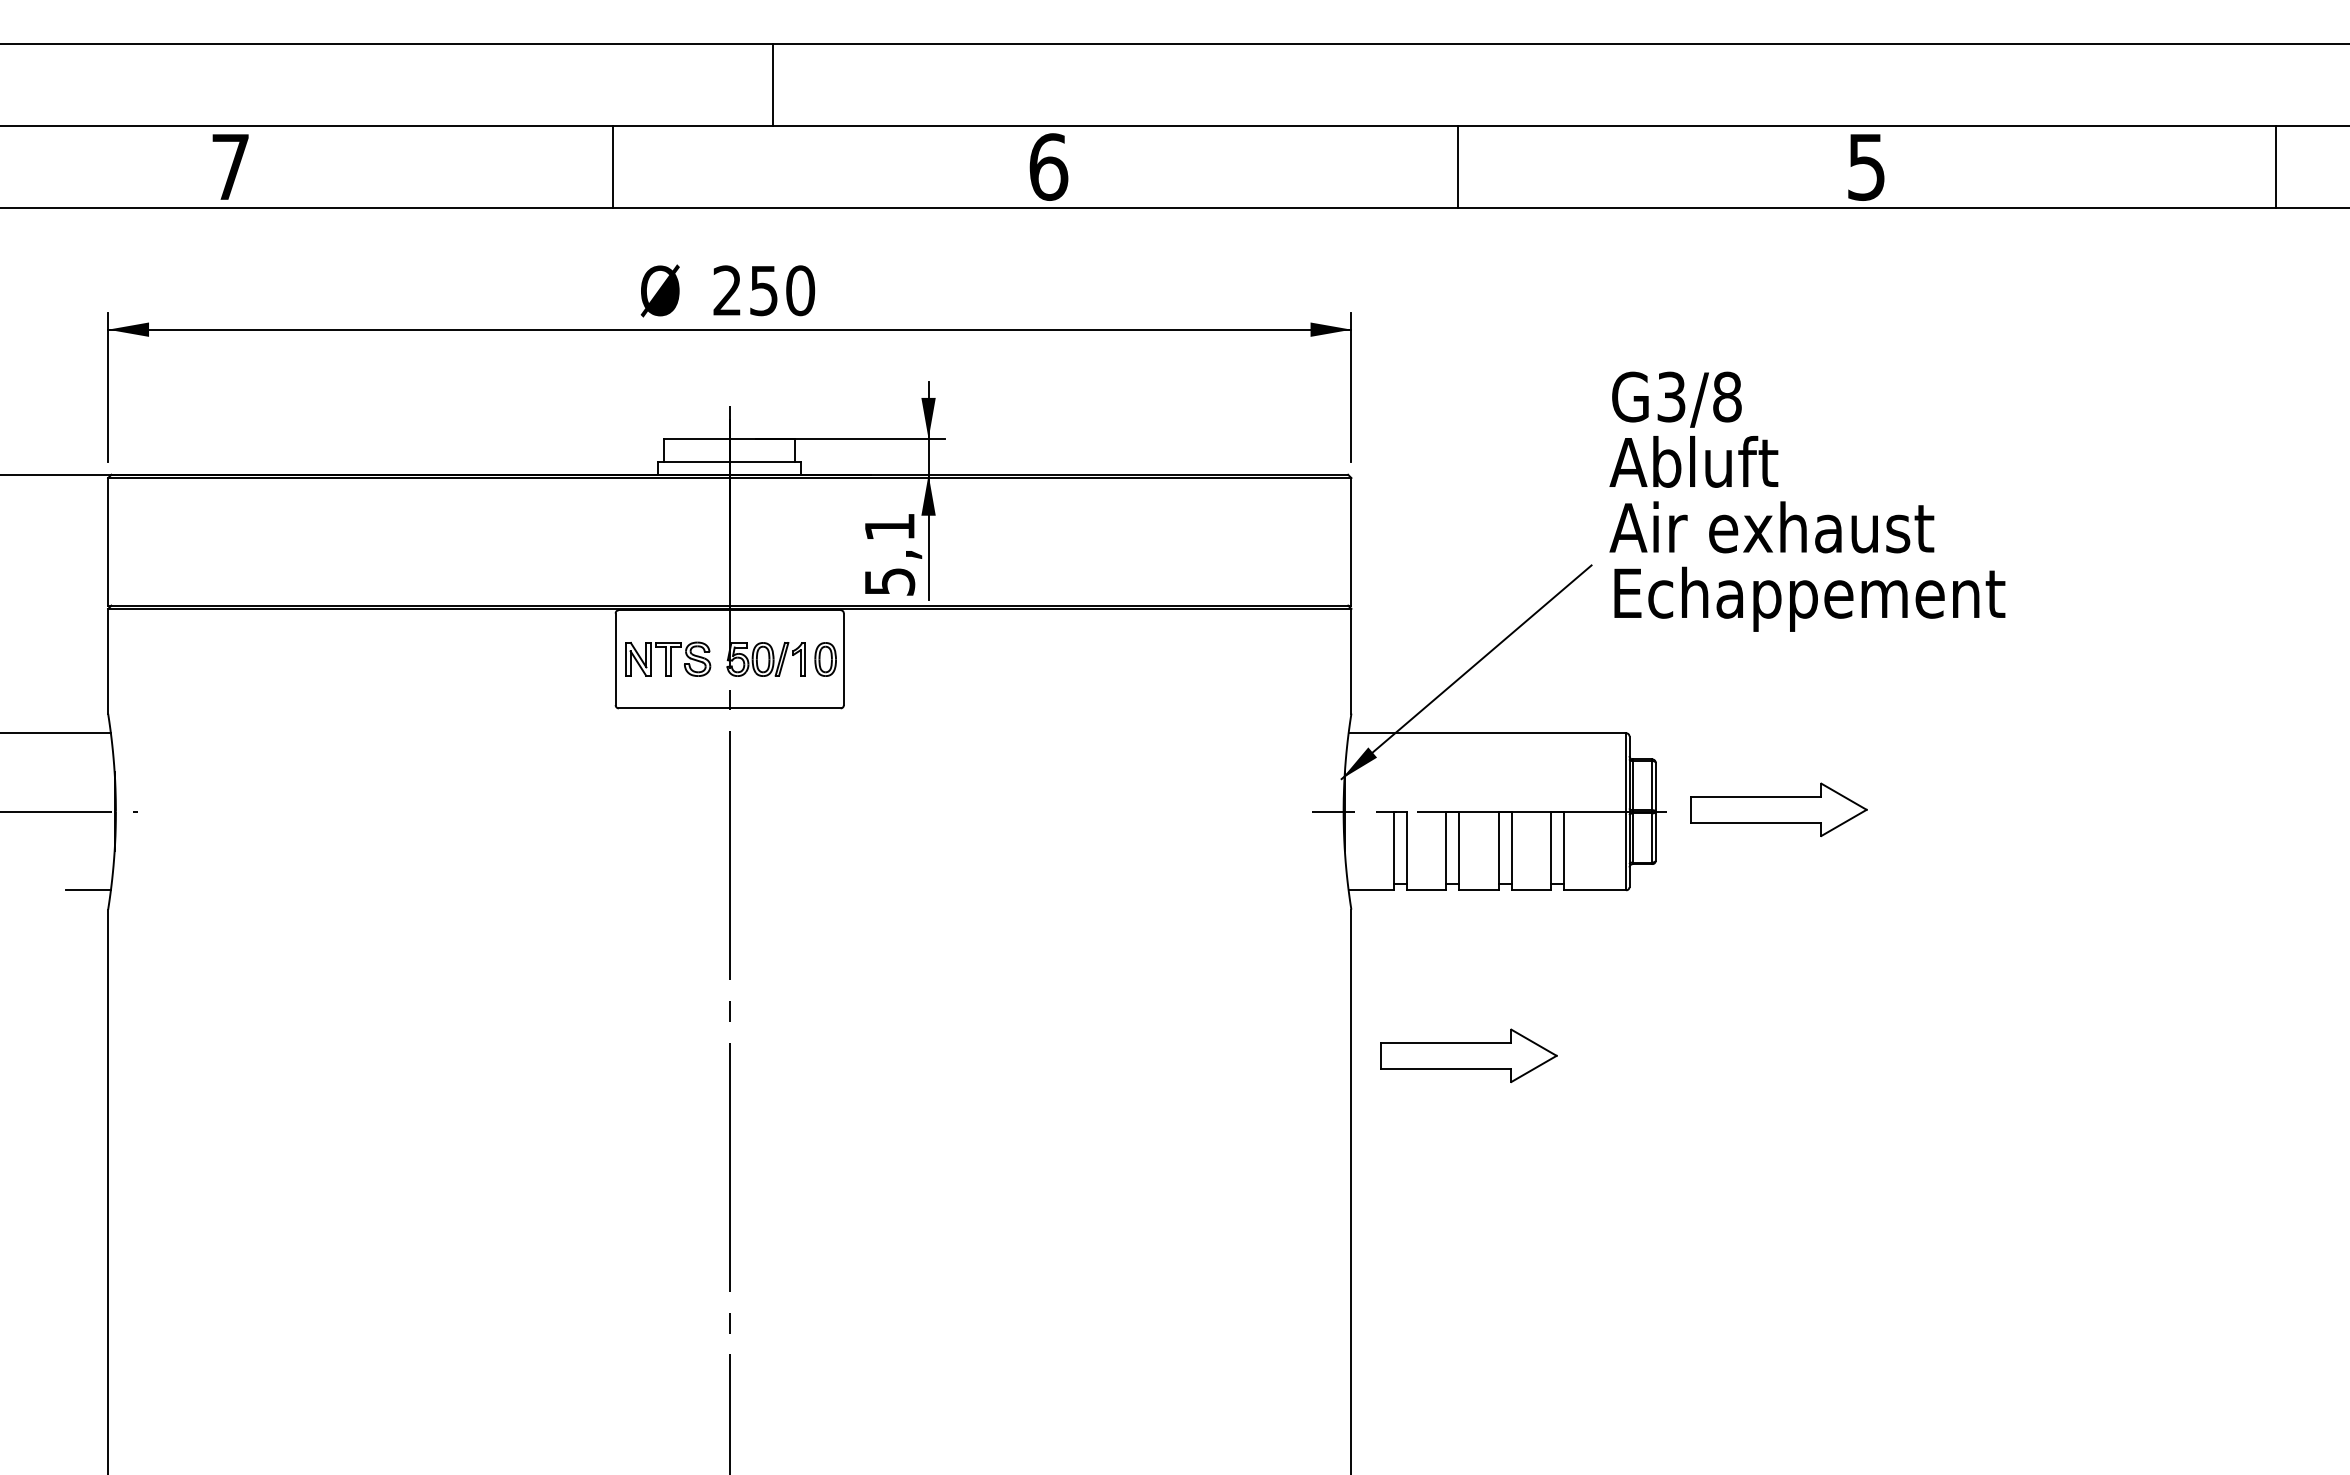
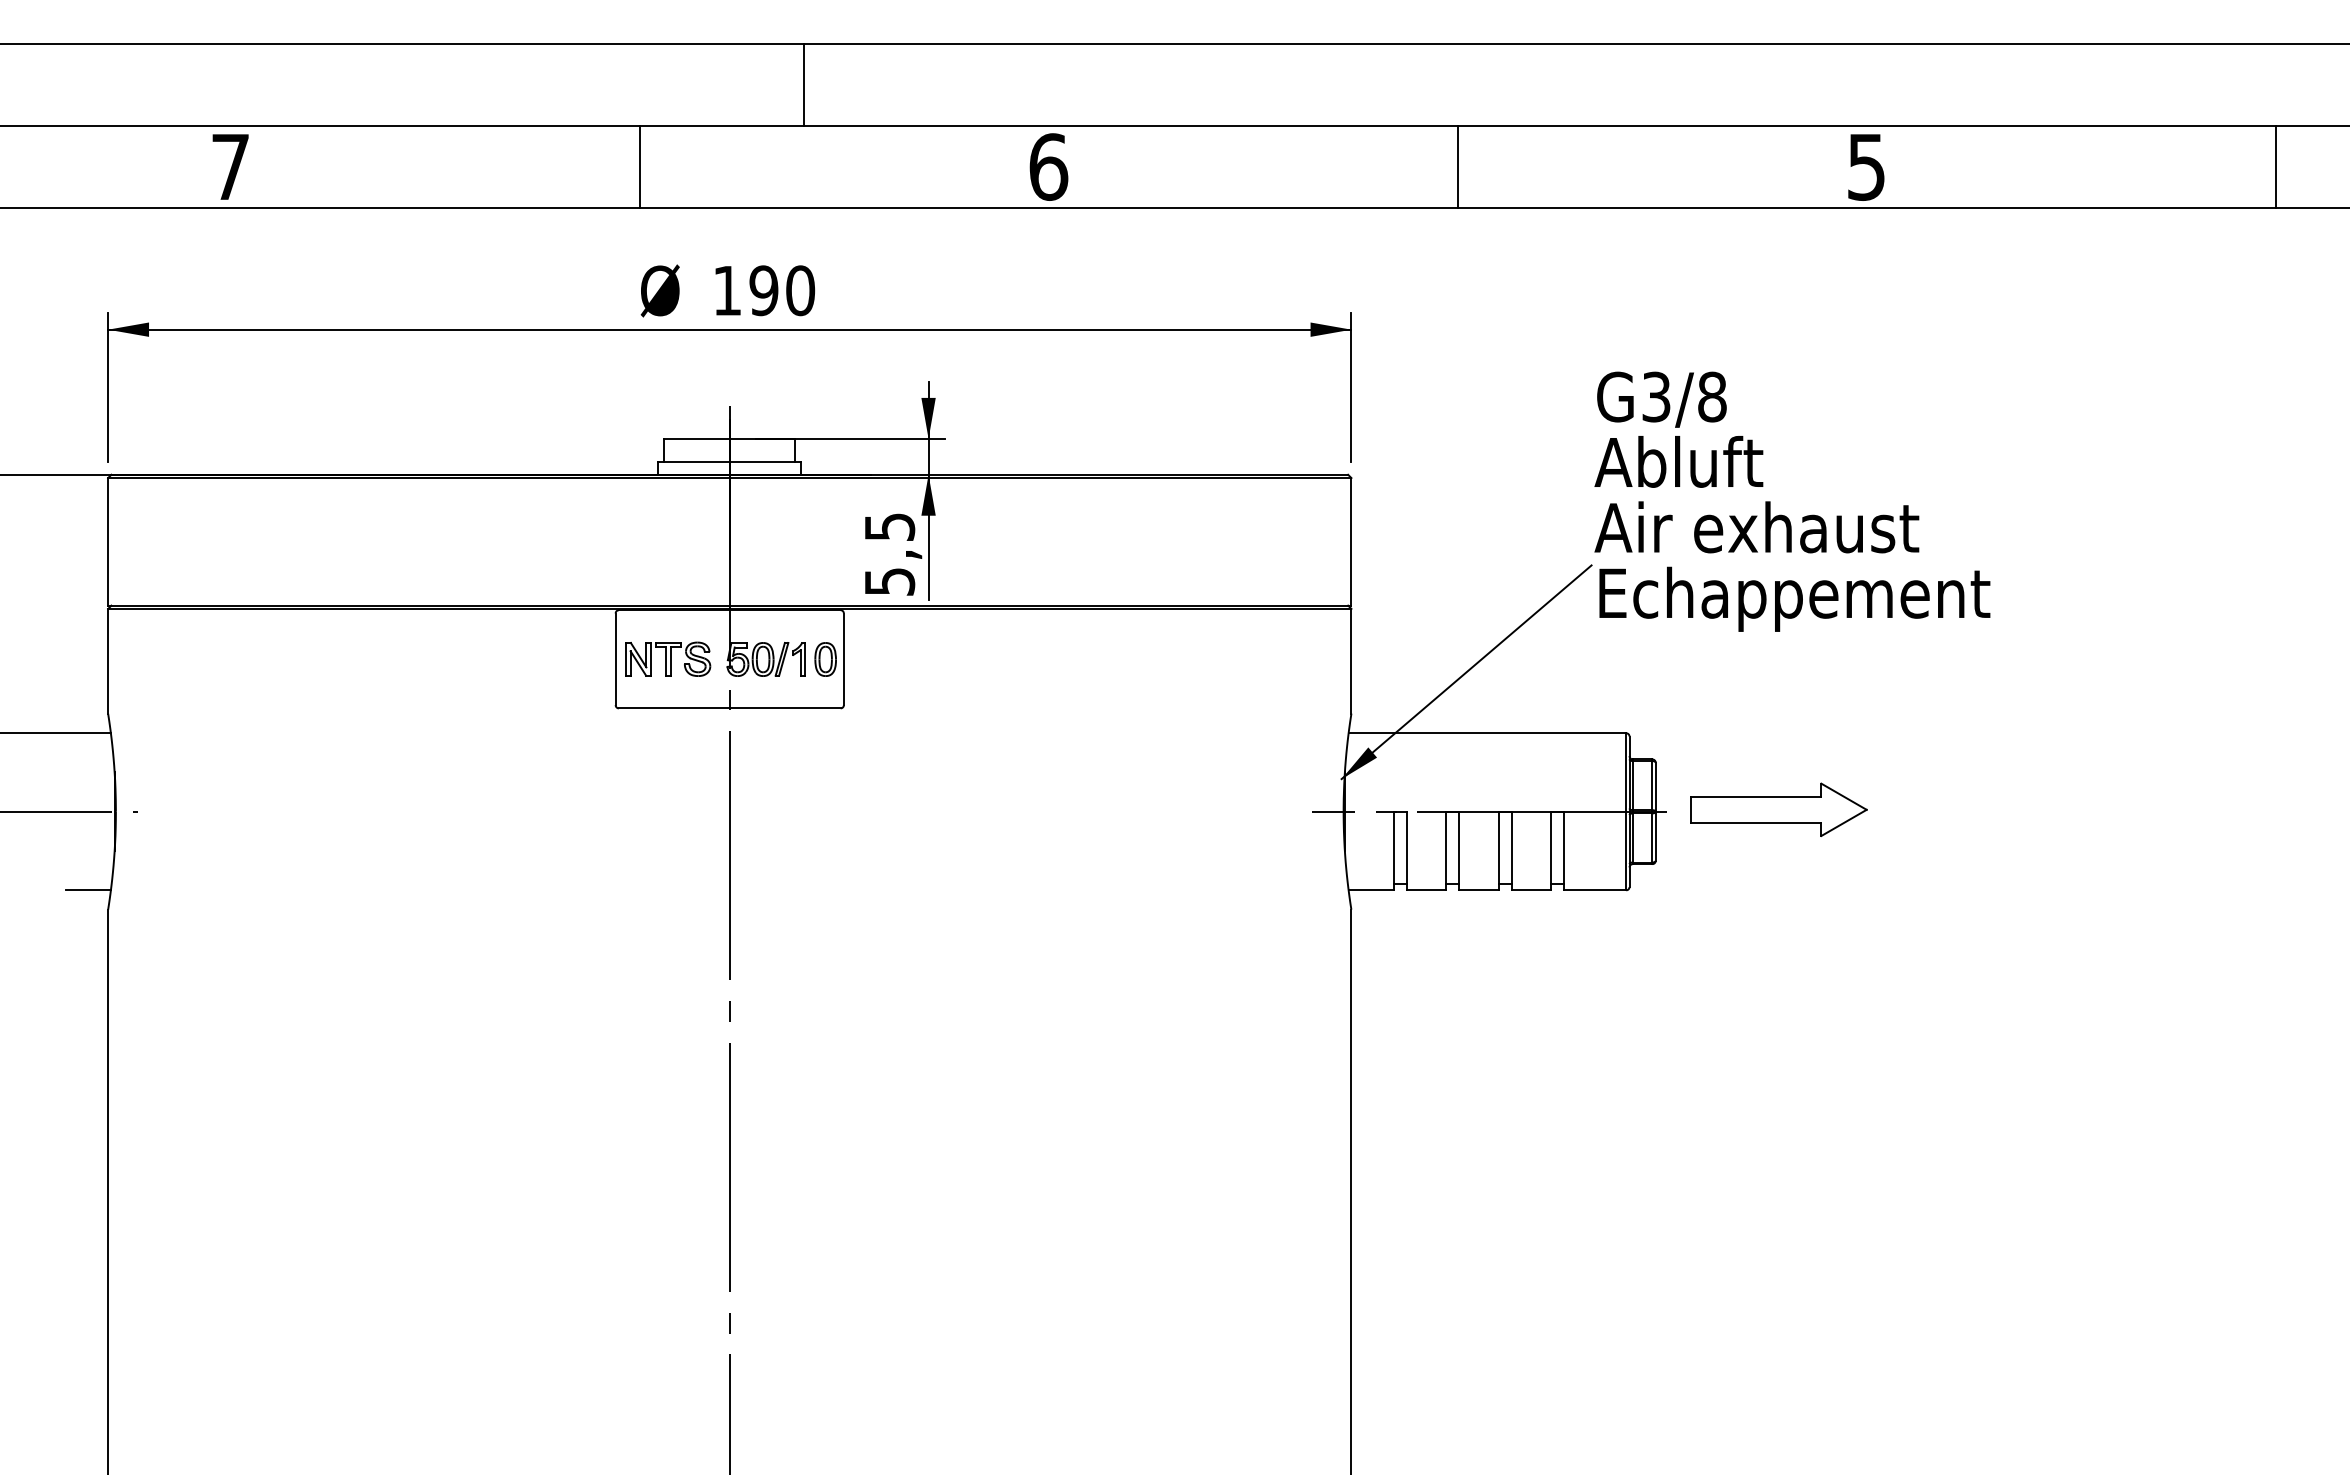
line at (772, 85) position: (772, 85) -> (803, 85)
line at (613, 166) position: (613, 166) -> (640, 166)
text at (745, 290): 250 -> 190
part at (1800, 515) position: (1800, 515) -> (1785, 515)
text at (890, 526): 5,1 -> 5,5
part at (1468, 1055): present -> none
